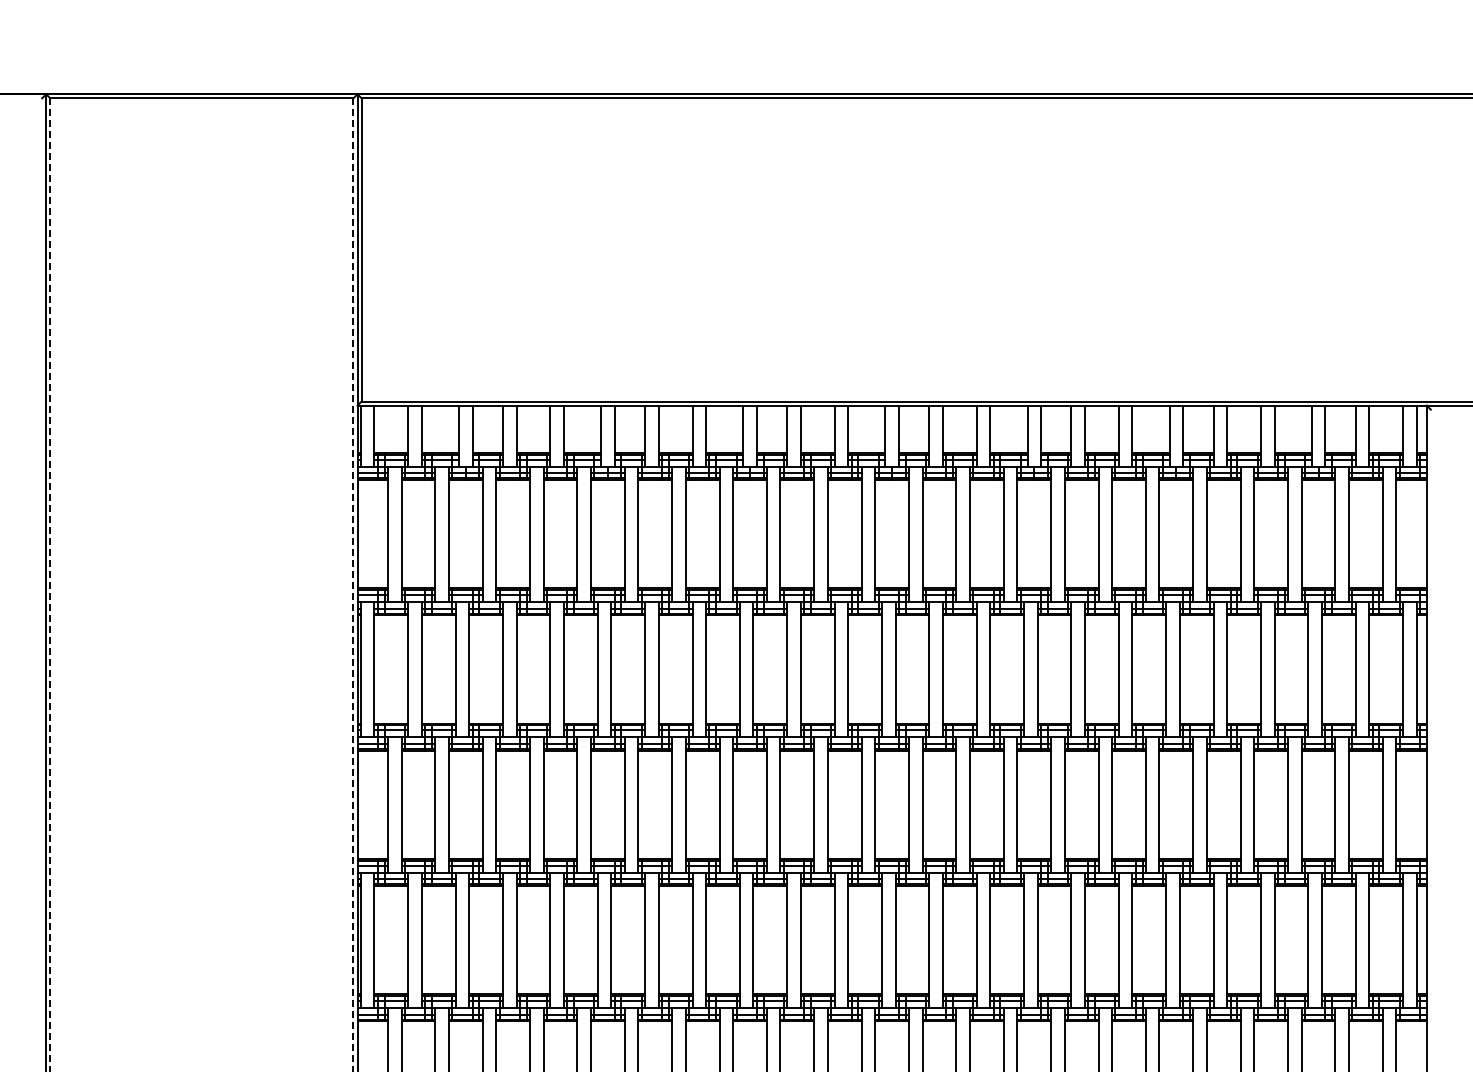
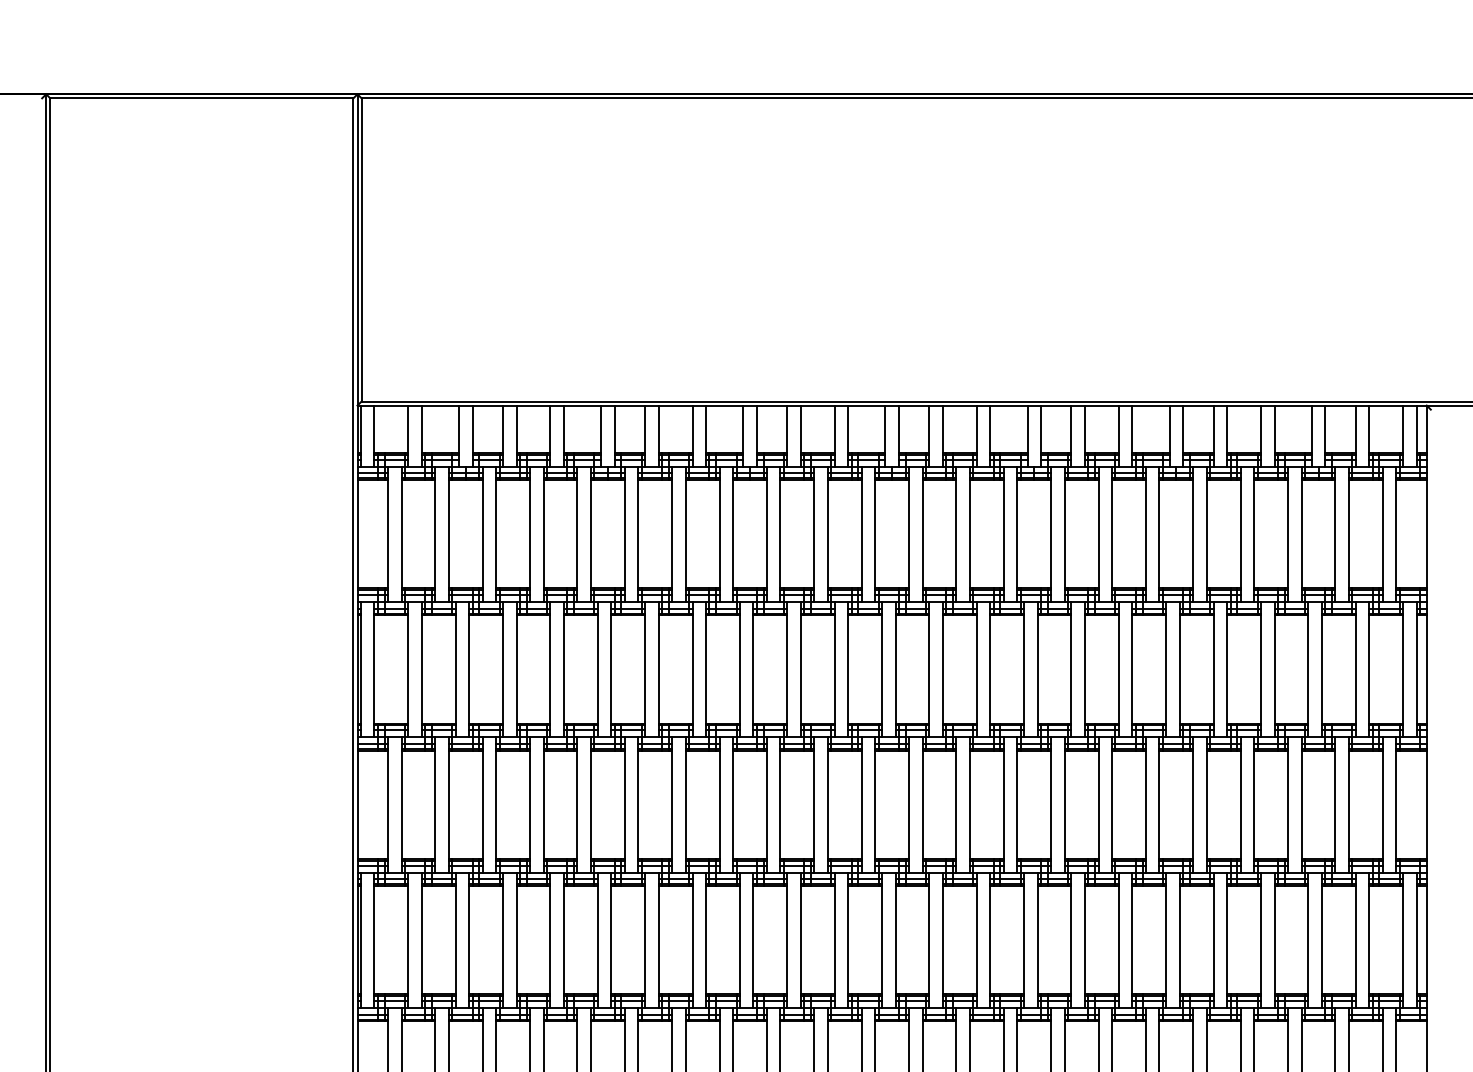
line at (50, 585): dashed -> solid
line at (353, 585): dashed -> solid
